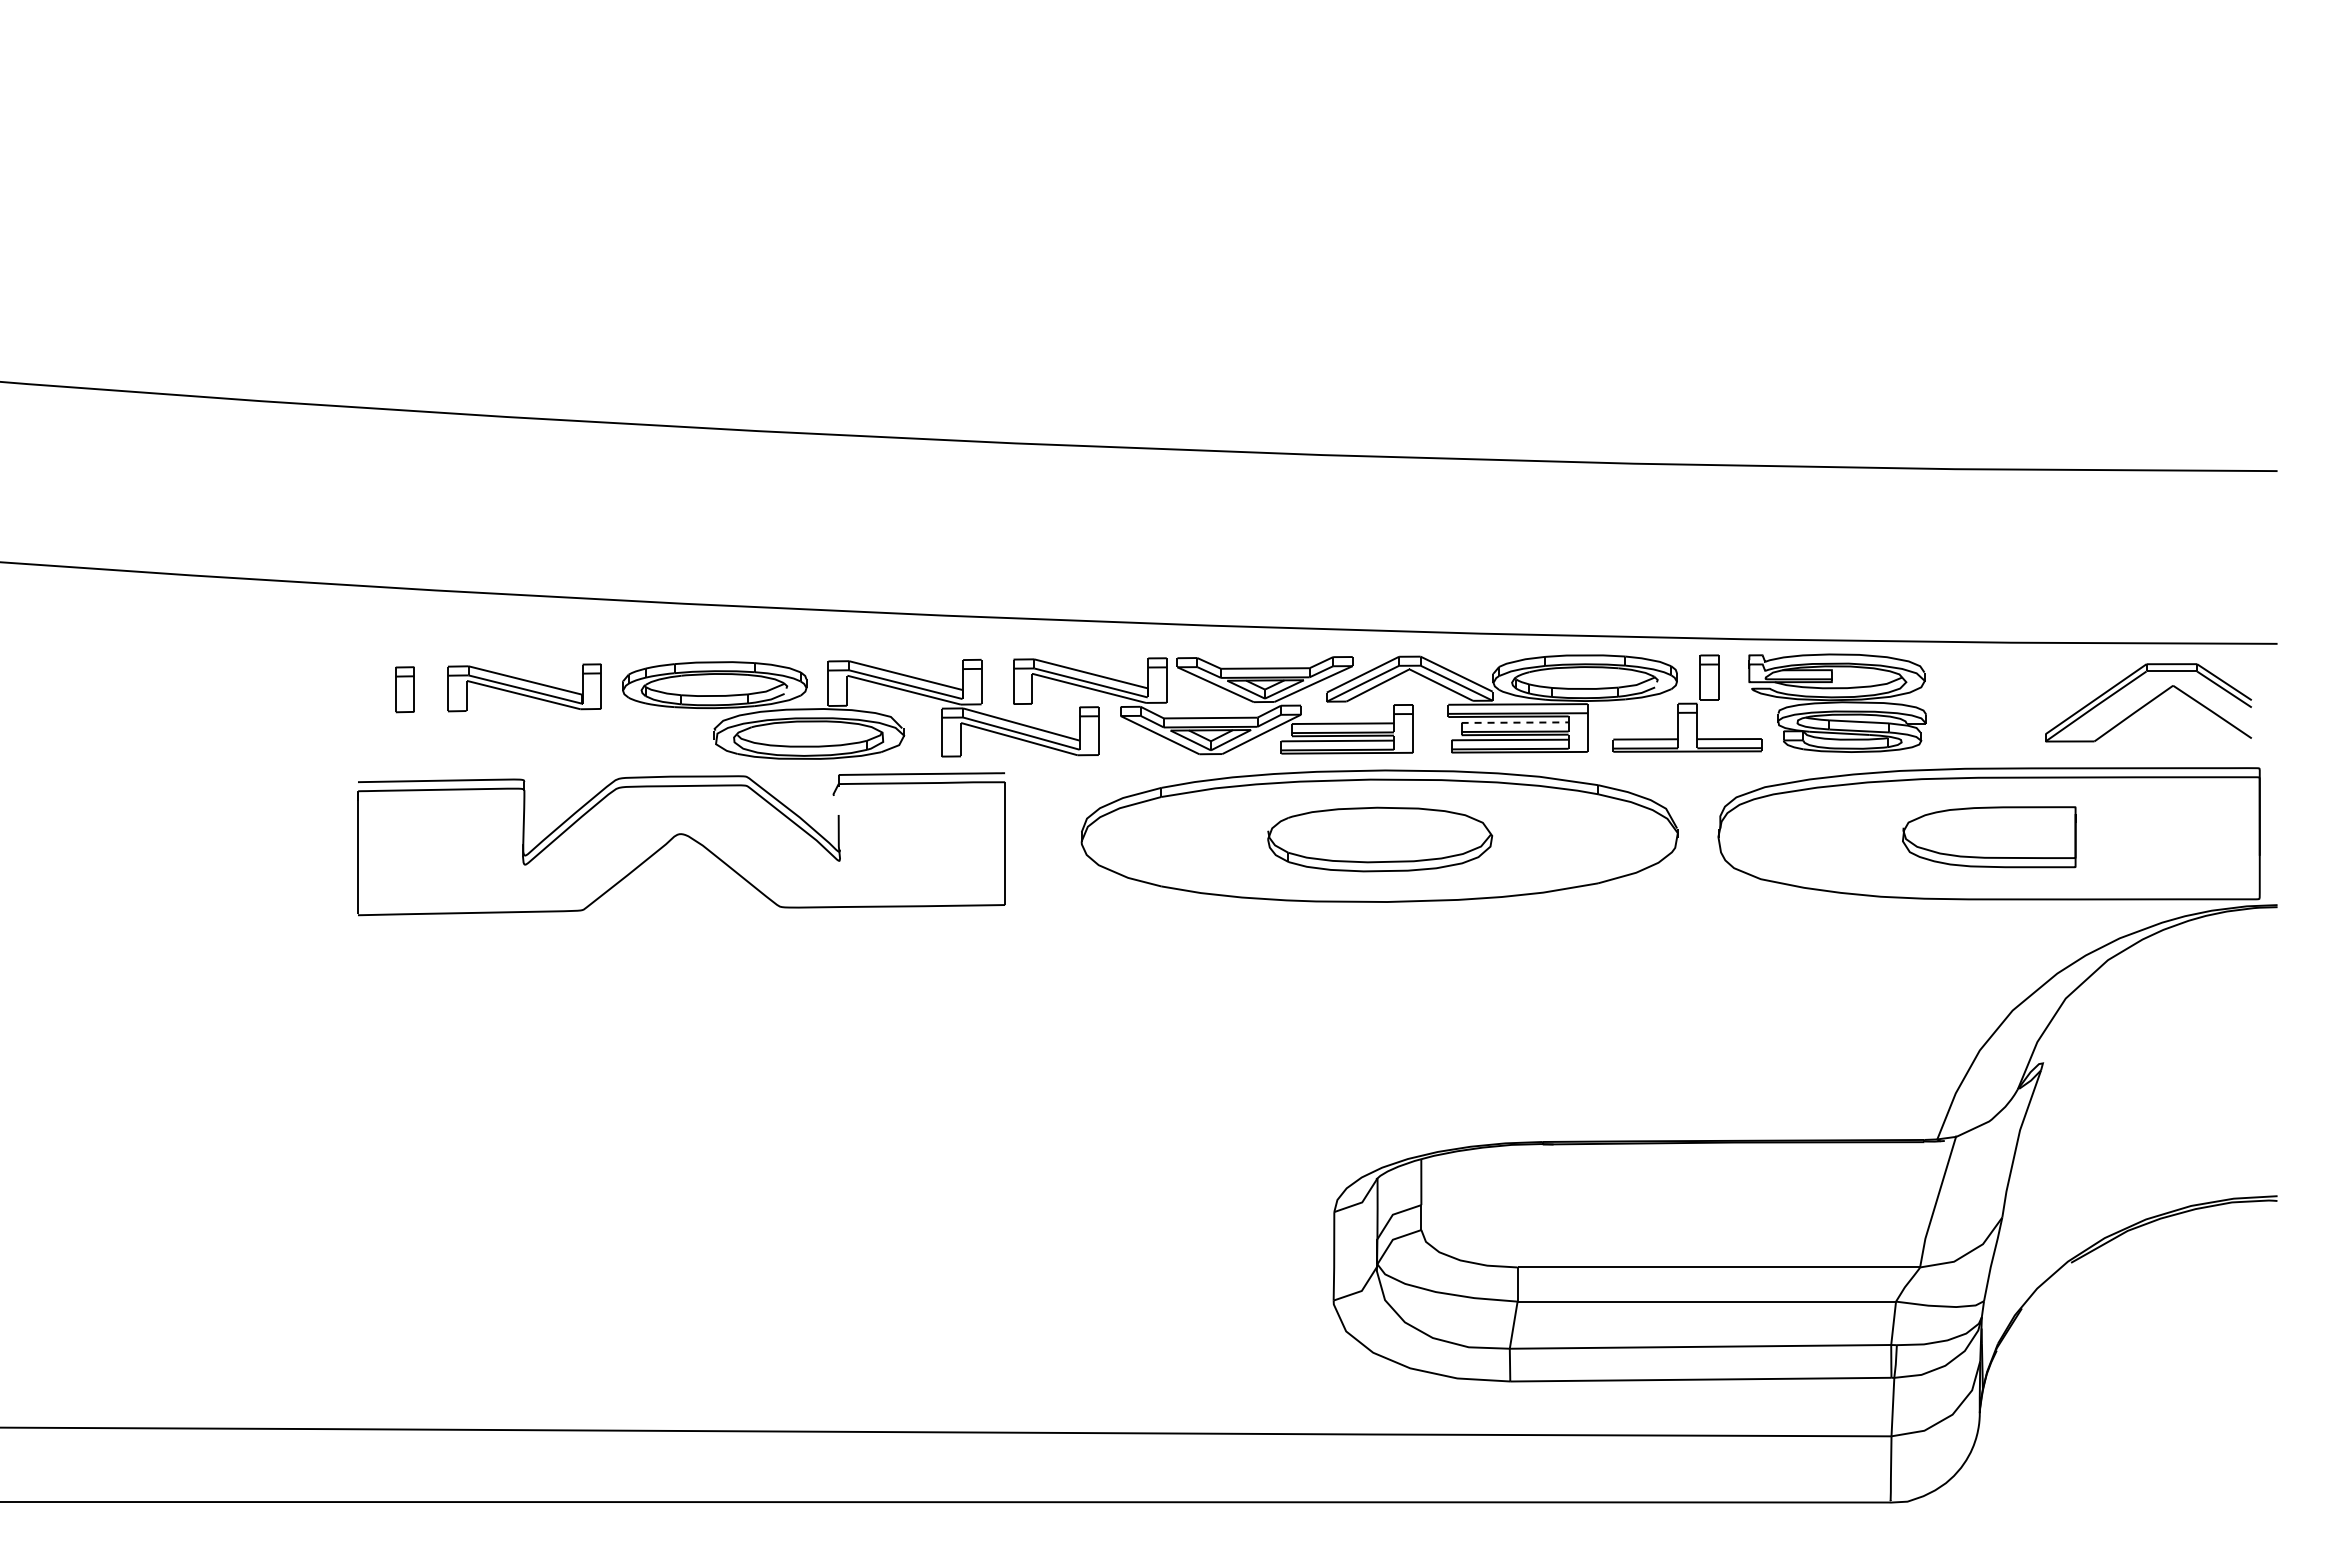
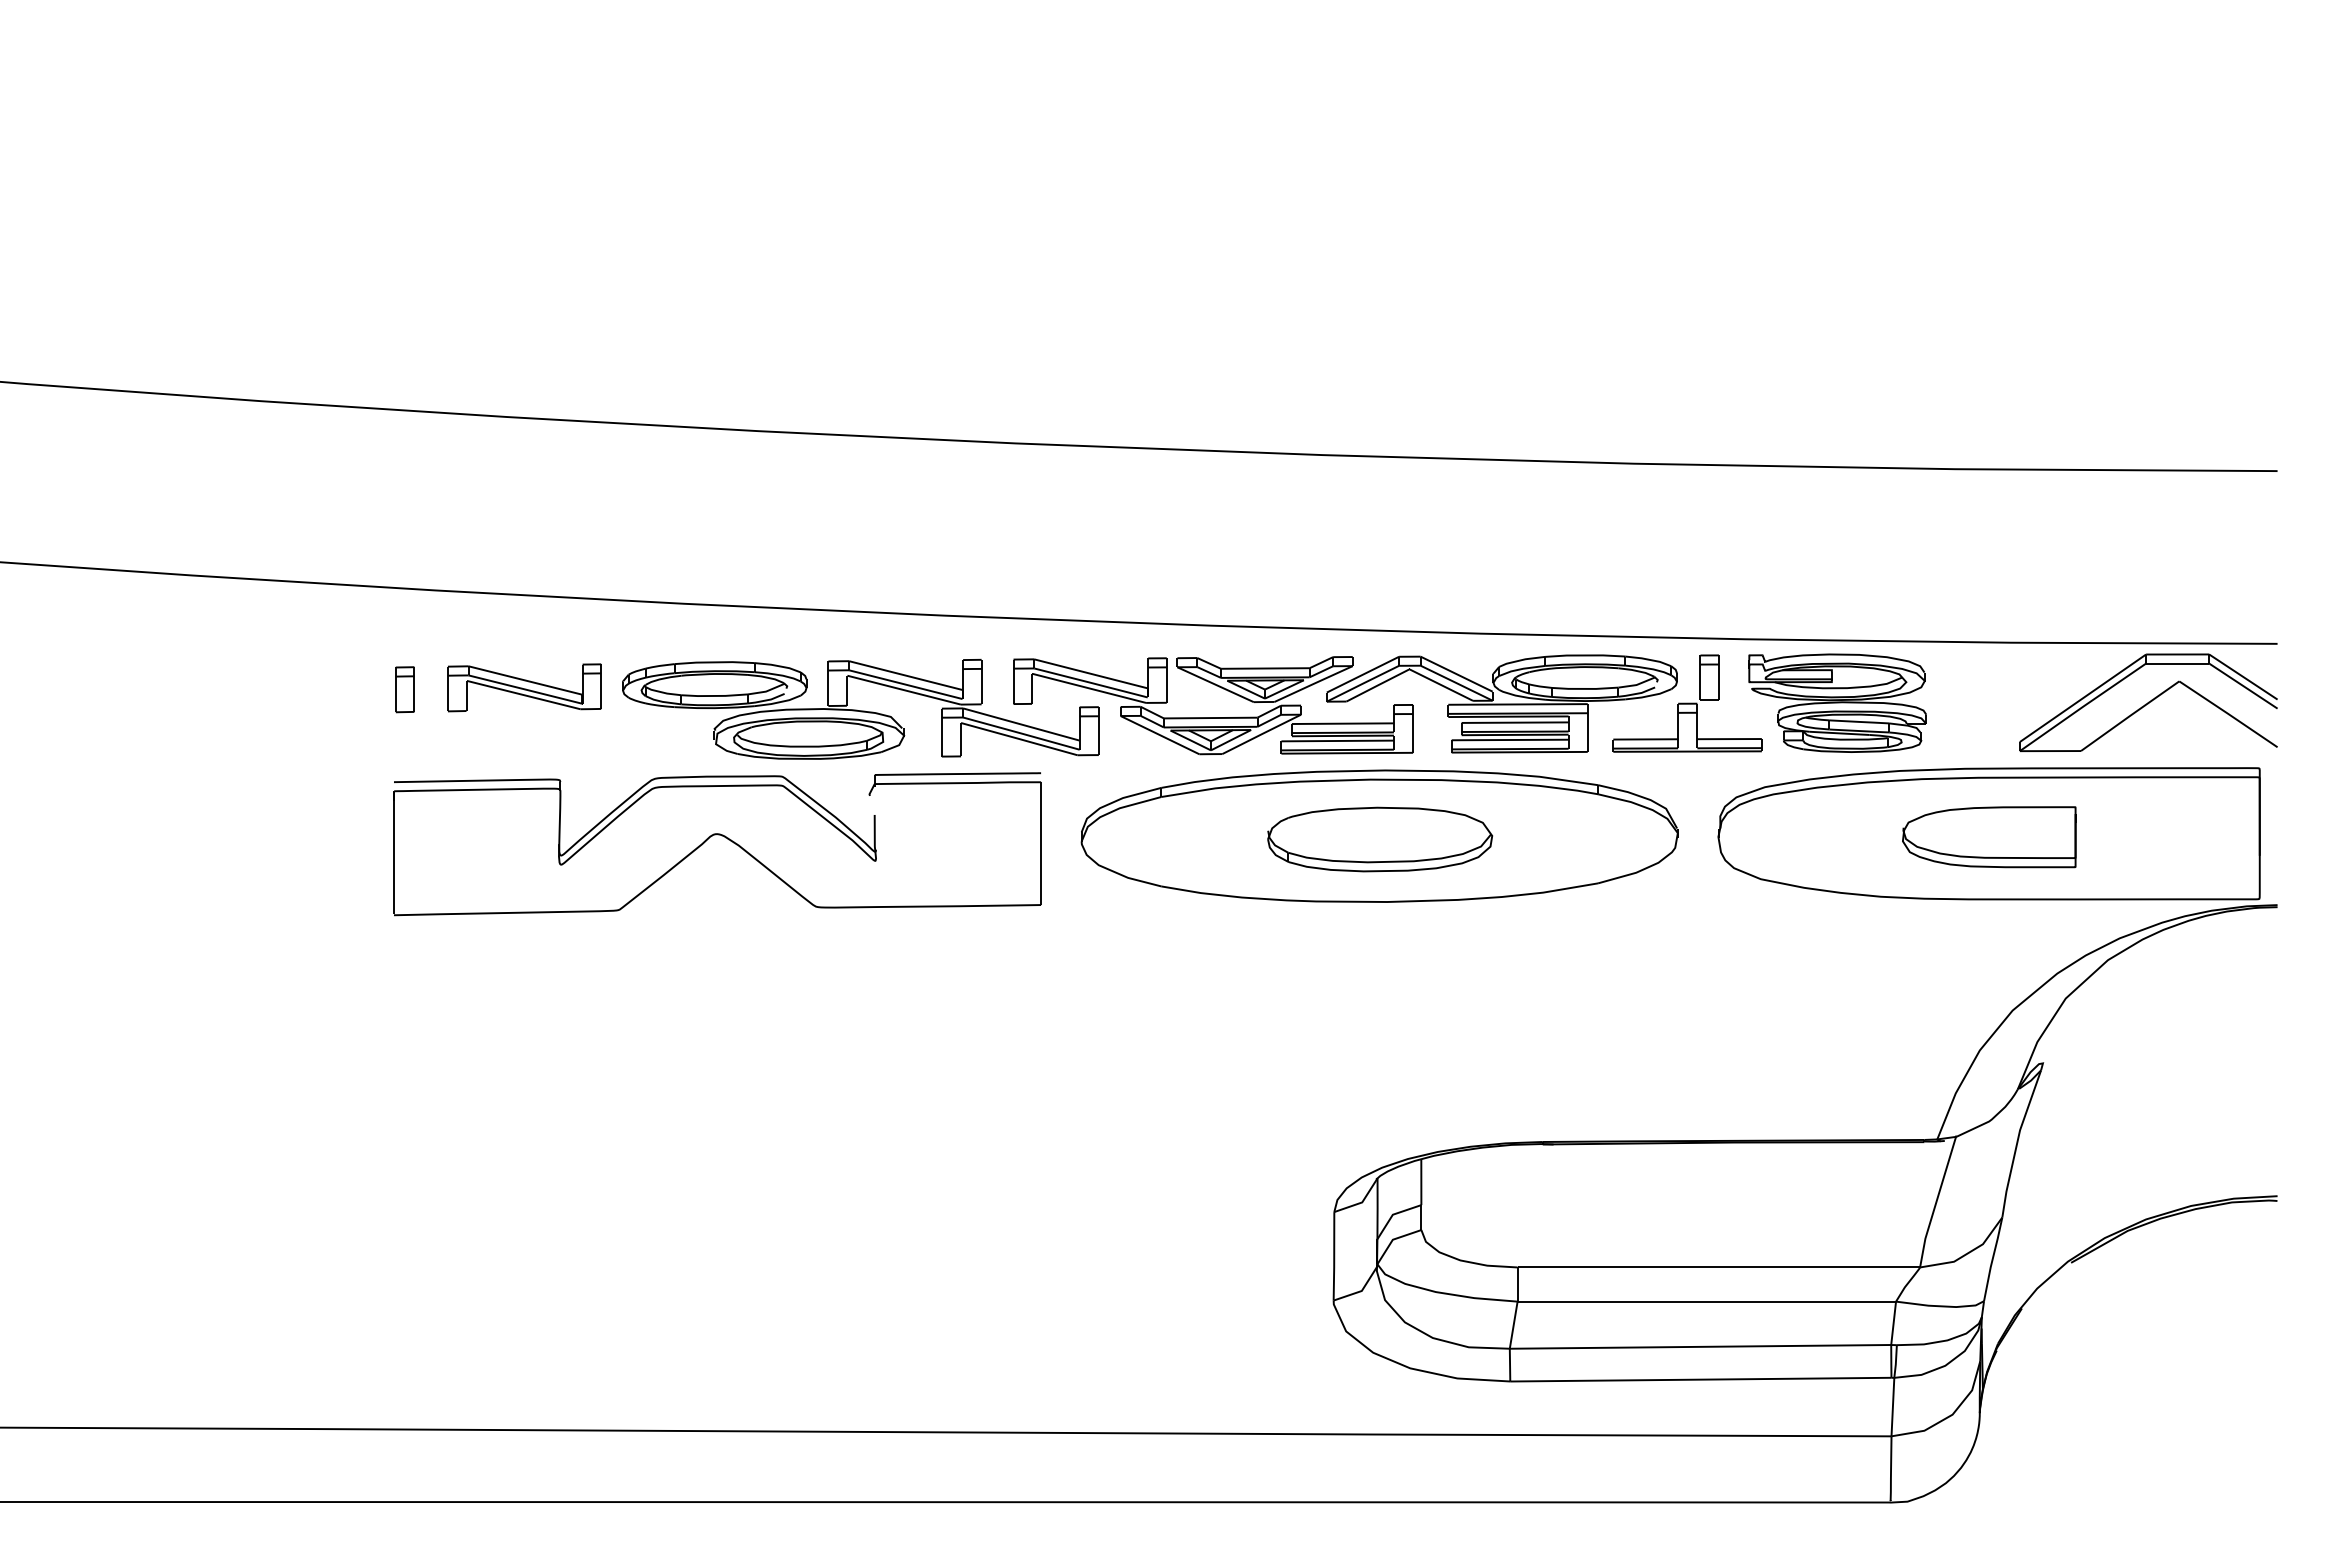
part at (2148, 702) size: 207x80 px -> 259x100 px
line at (1515, 722): dashed -> solid
part at (685, 836) position: (685, 836) -> (721, 836)
